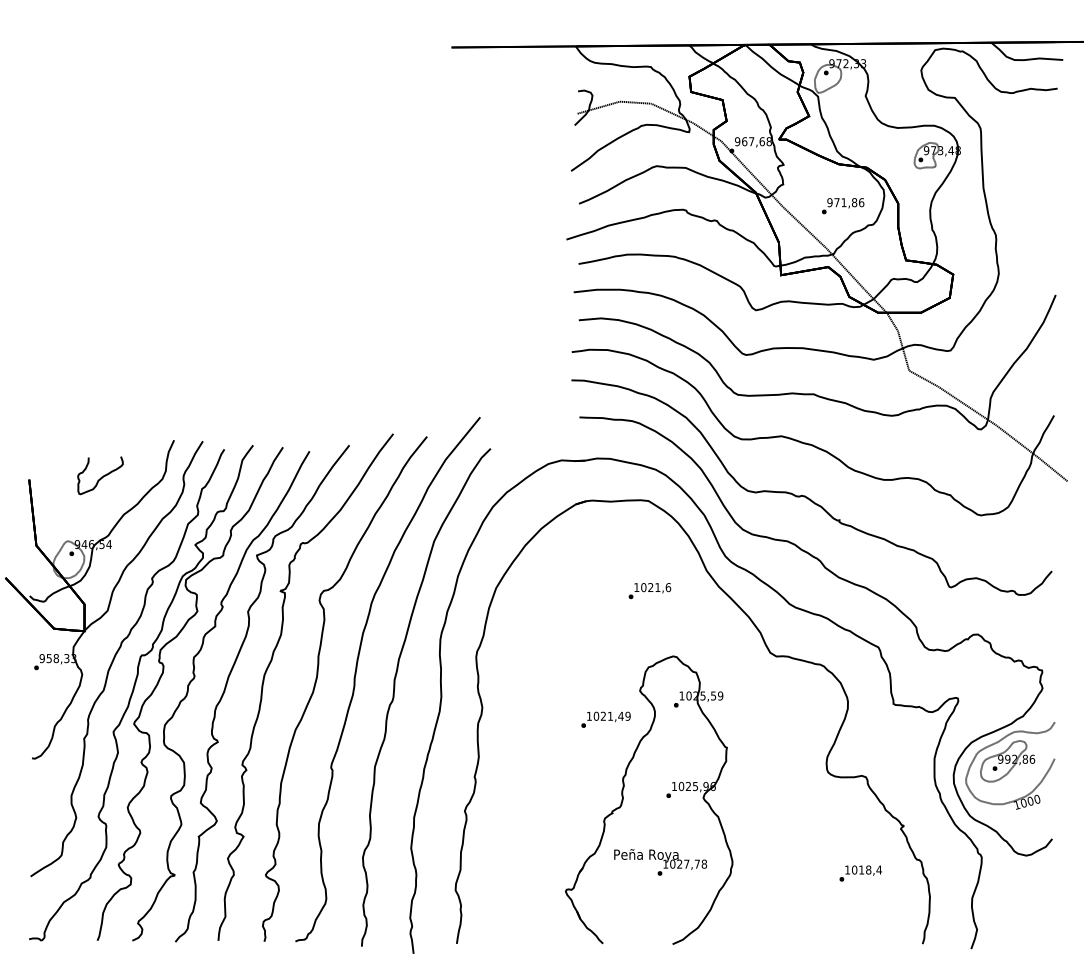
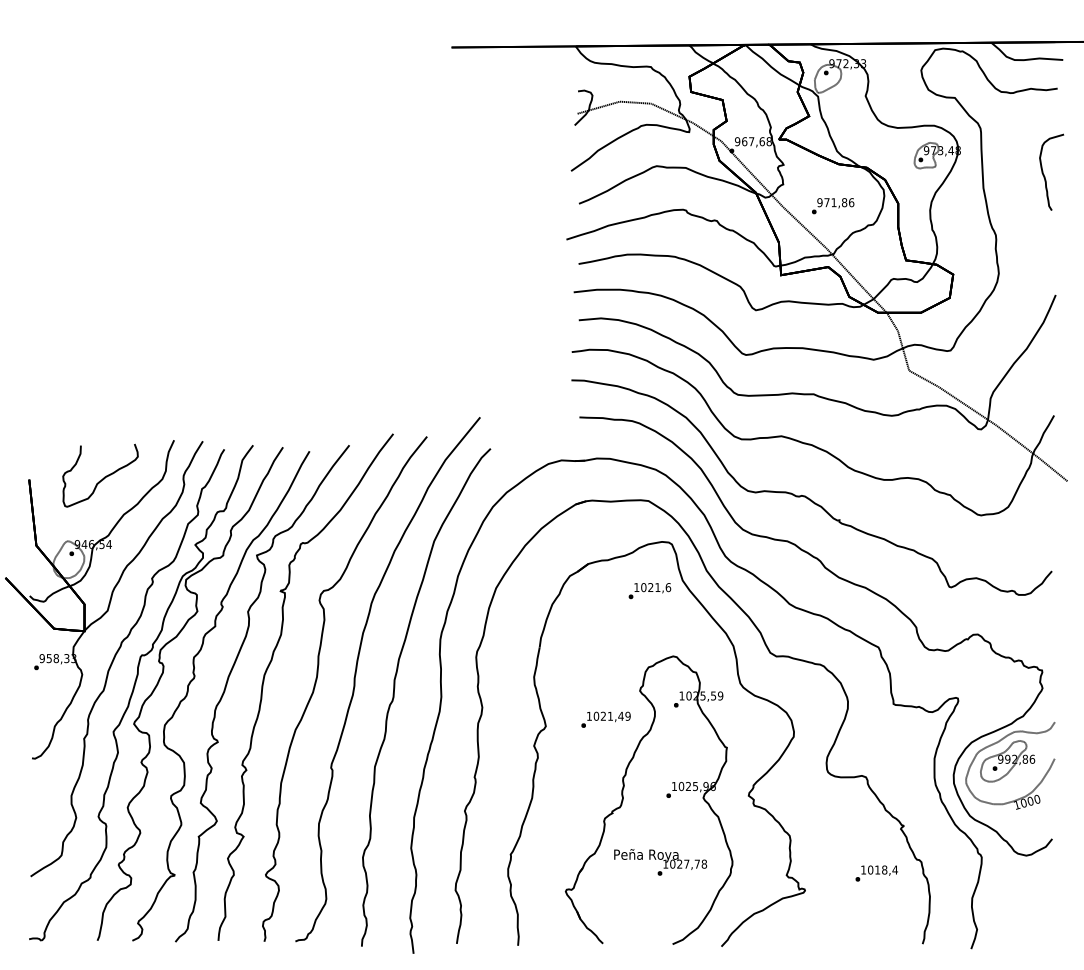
curve at (1044, 174): none -> present
text at (843, 206) position: (843, 206) -> (833, 206)
part at (100, 475) size: 47x40 px -> 77x65 px
part at (739, 684): none -> present
text at (860, 873) position: (860, 873) -> (876, 873)
